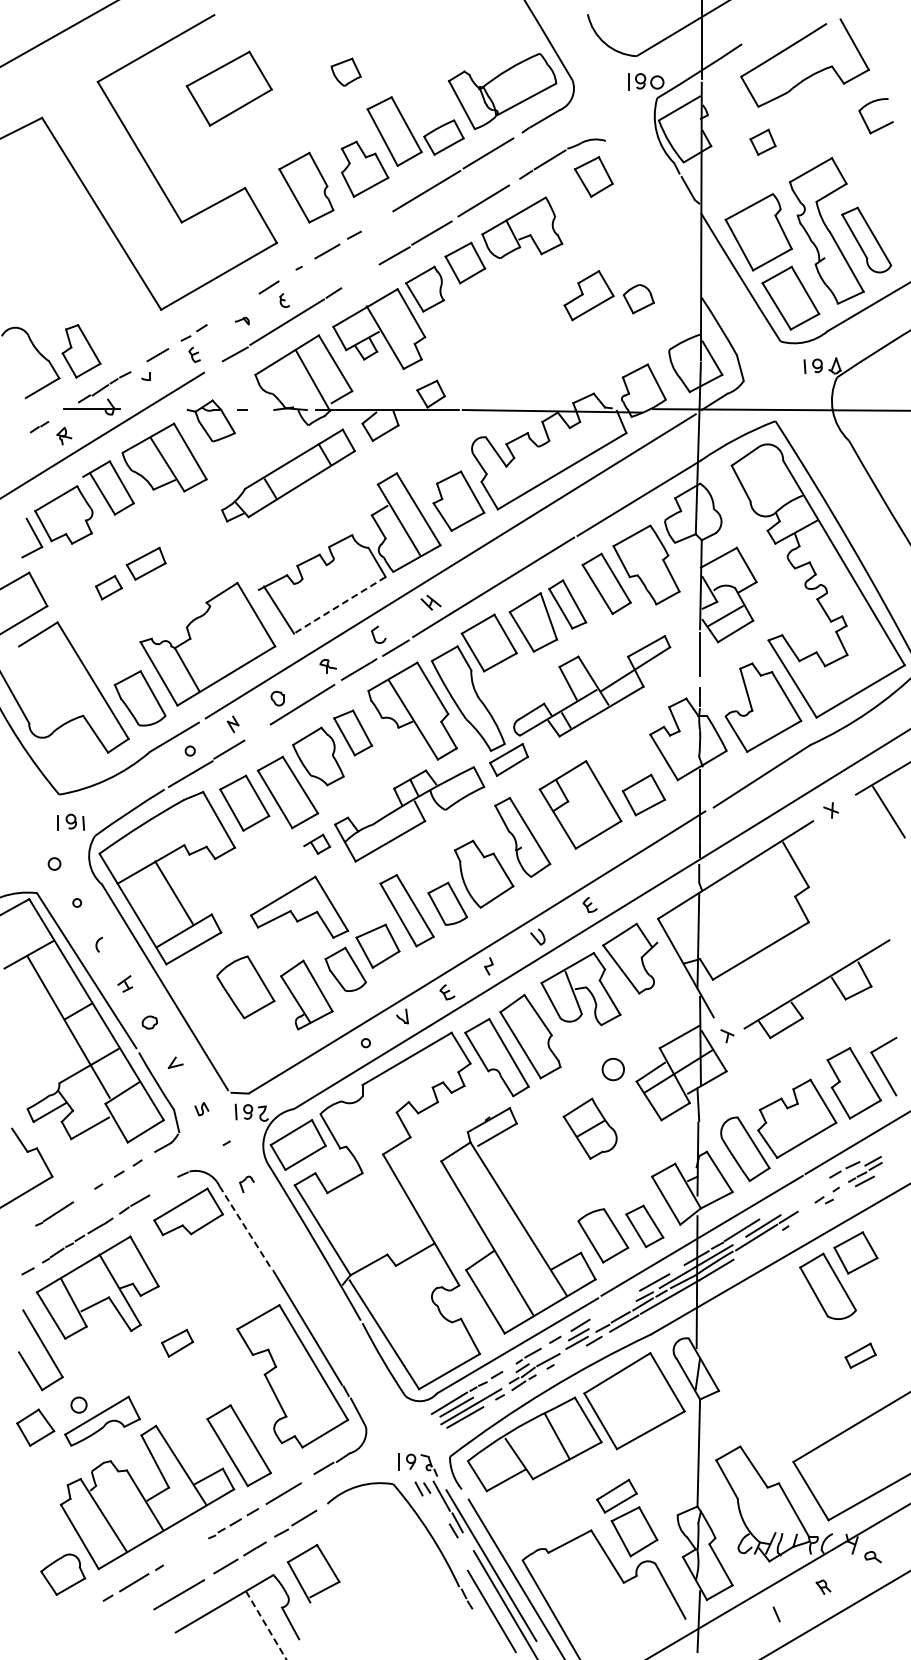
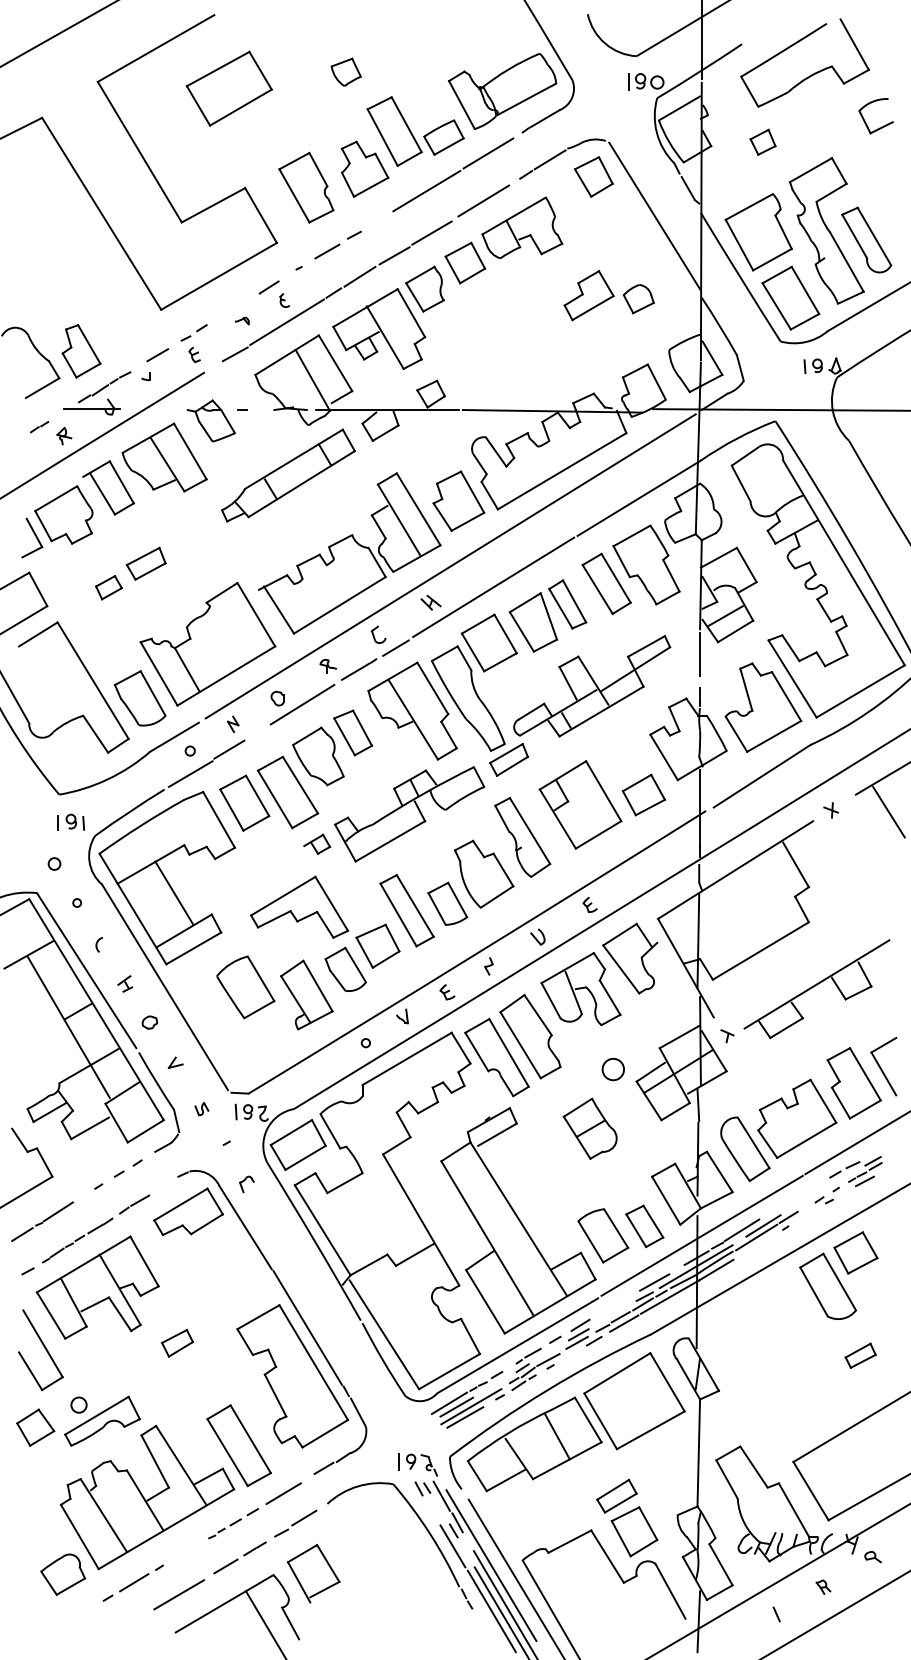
line at (654, 215): none -> present
line at (359, 276): none -> present
line at (339, 605): dashed -> solid
line at (245, 1228): dashed -> solid
line at (22, 1234): none -> present
line at (452, 1546): none -> present
line at (500, 1611): none -> present
line at (266, 1625): dashed -> solid
